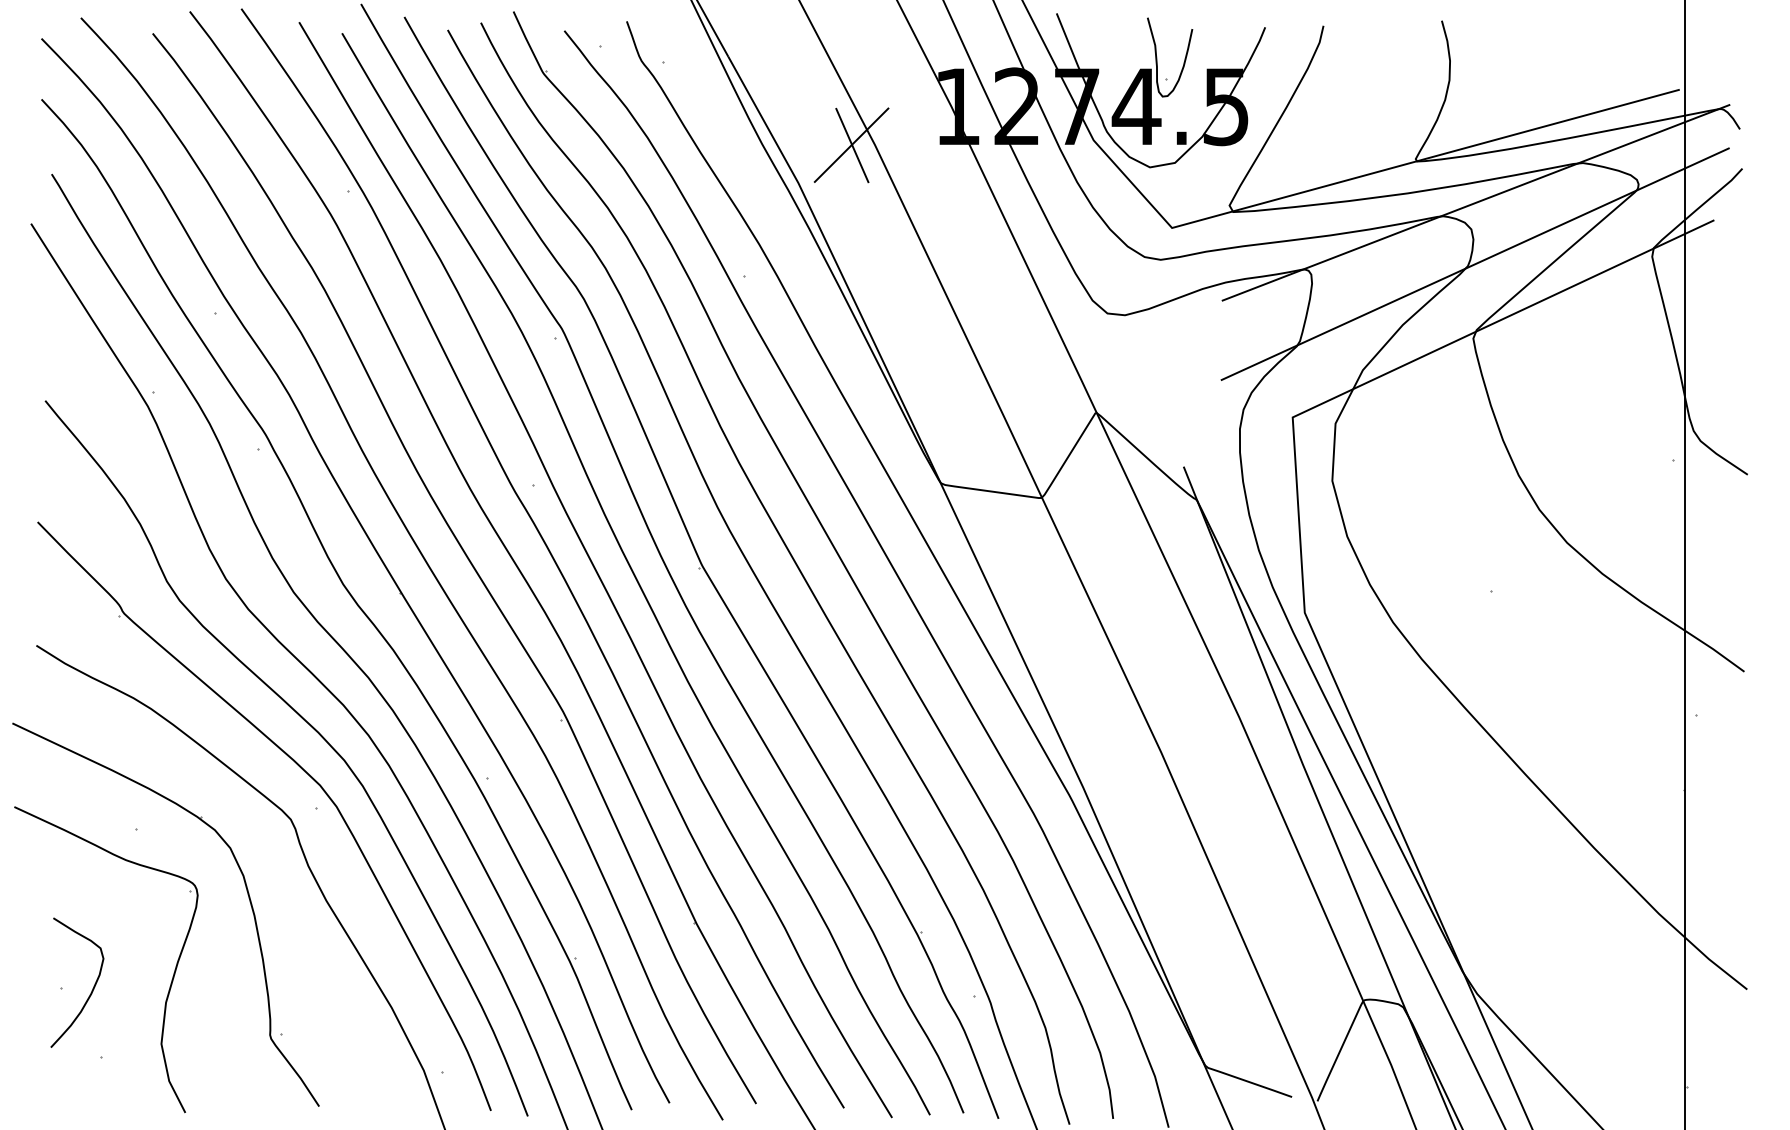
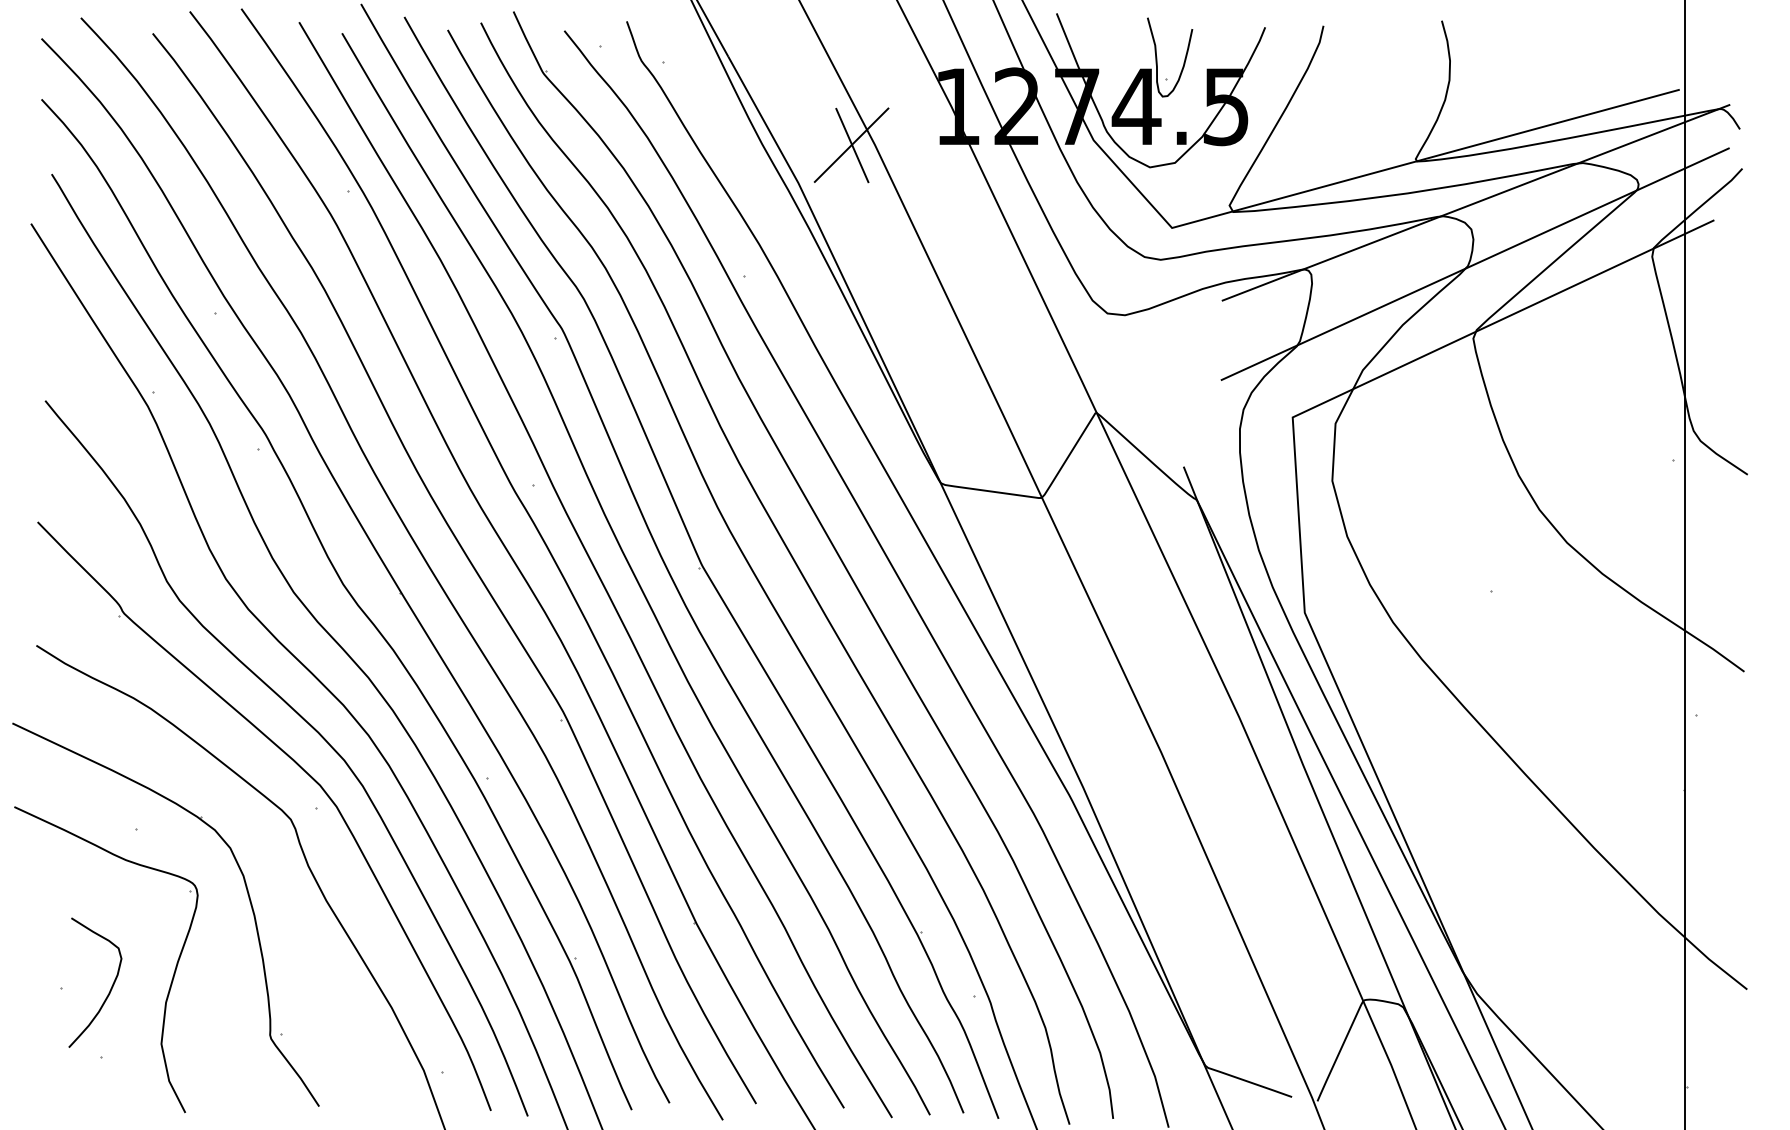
curve at (91, 990) position: (91, 990) -> (109, 990)
